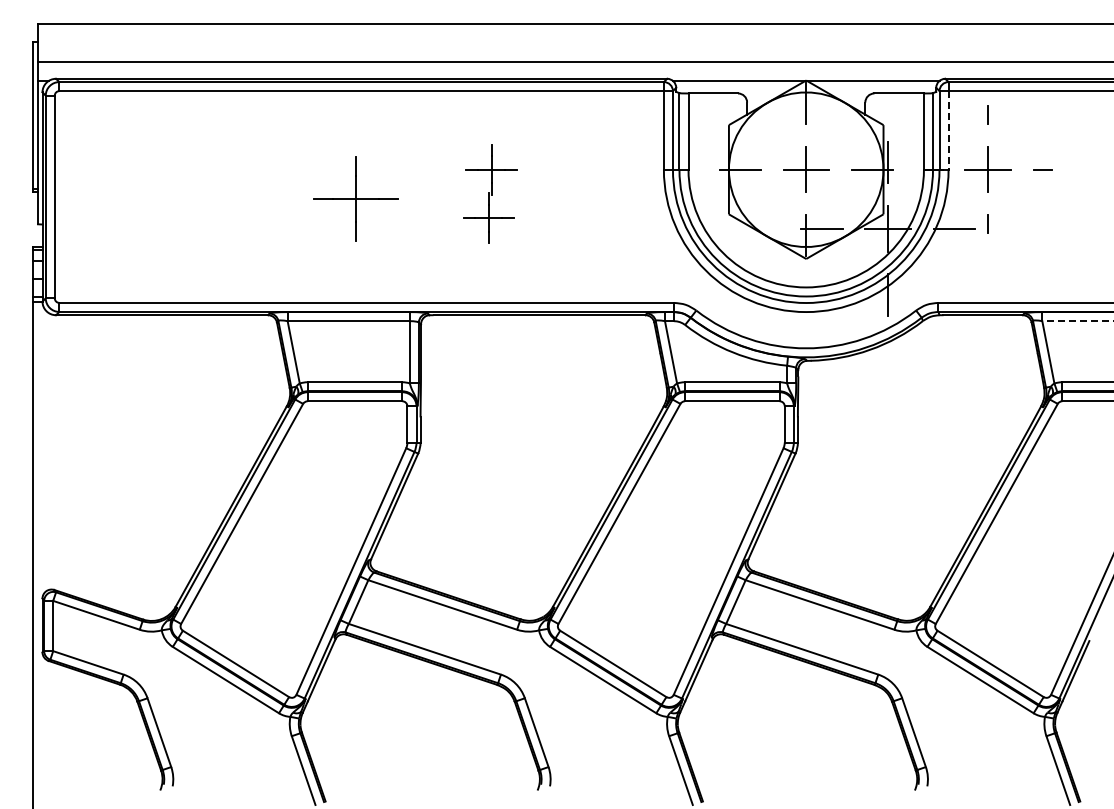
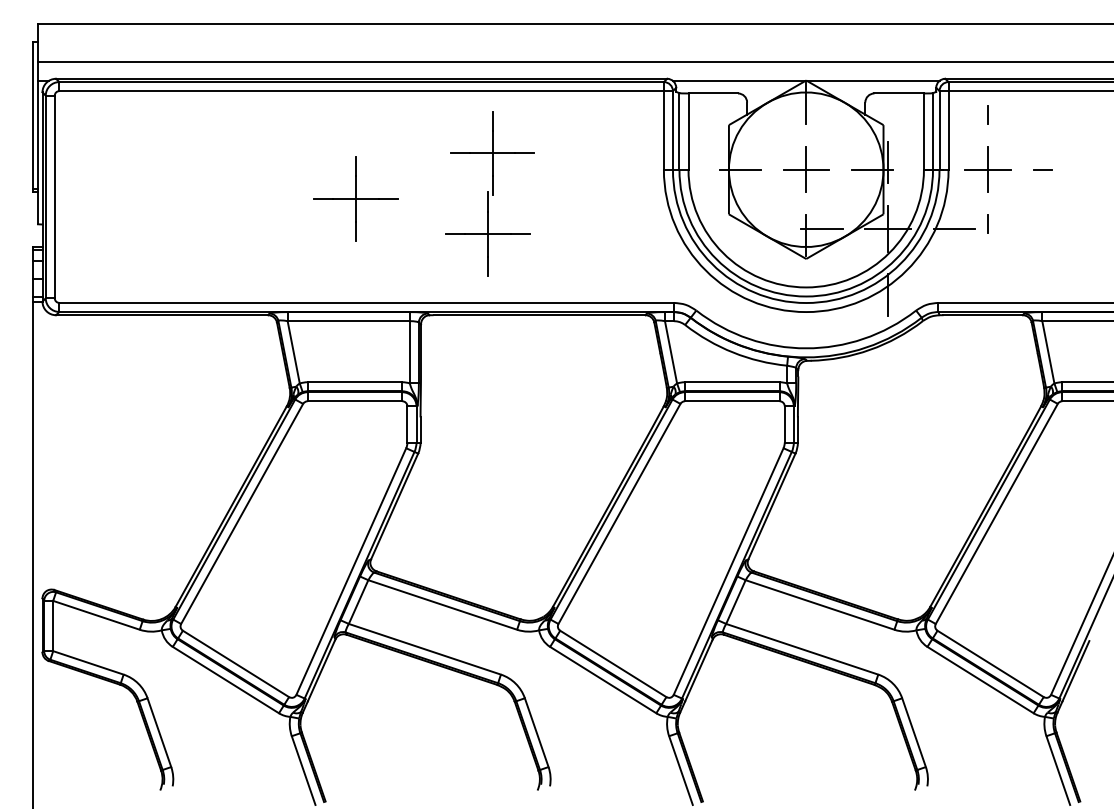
line at (948, 130): dashed -> solid
part at (490, 193) size: 55x100 px -> 90x166 px
line at (1078, 321): dashed -> solid
